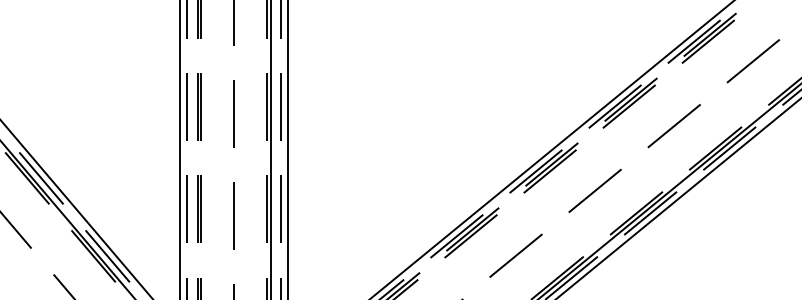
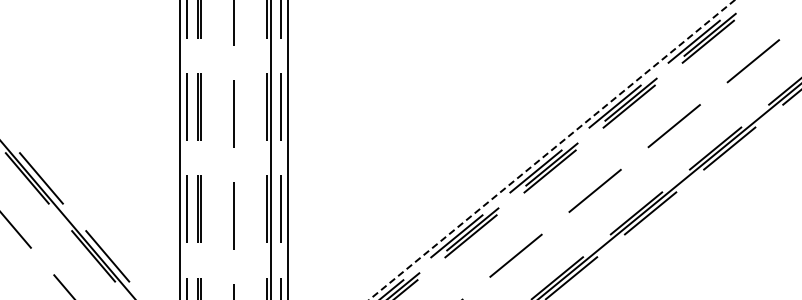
line at (551, 150): solid -> dashed
line at (678, 198): present -> none
line at (76, 208): present -> none
